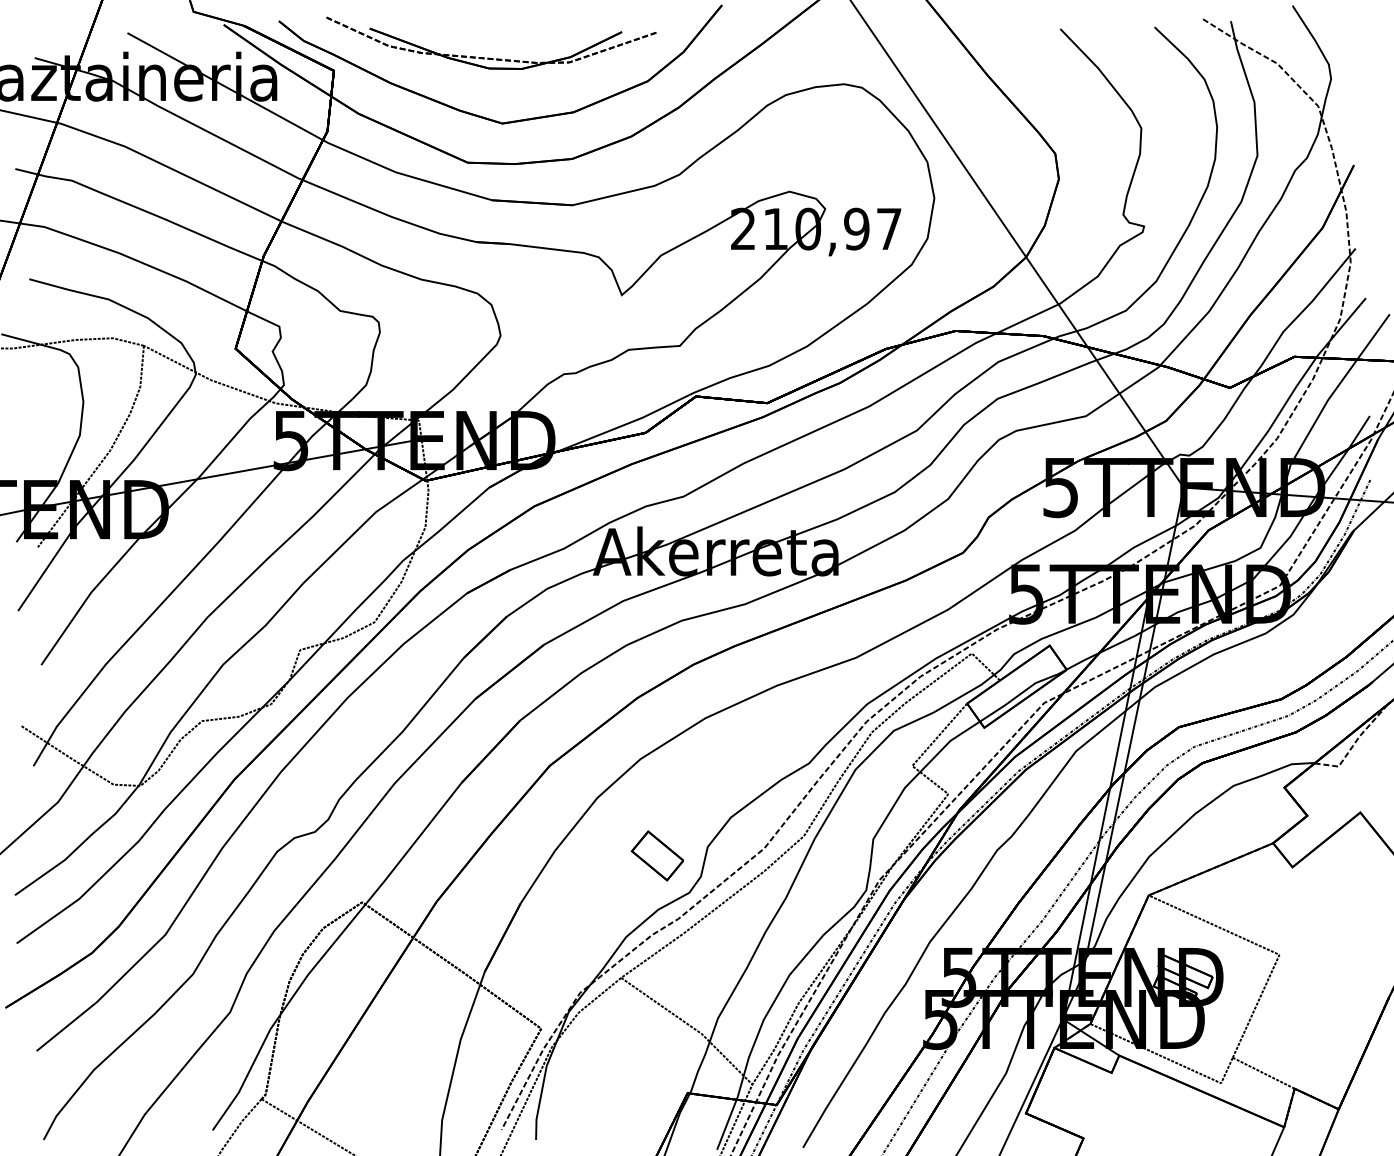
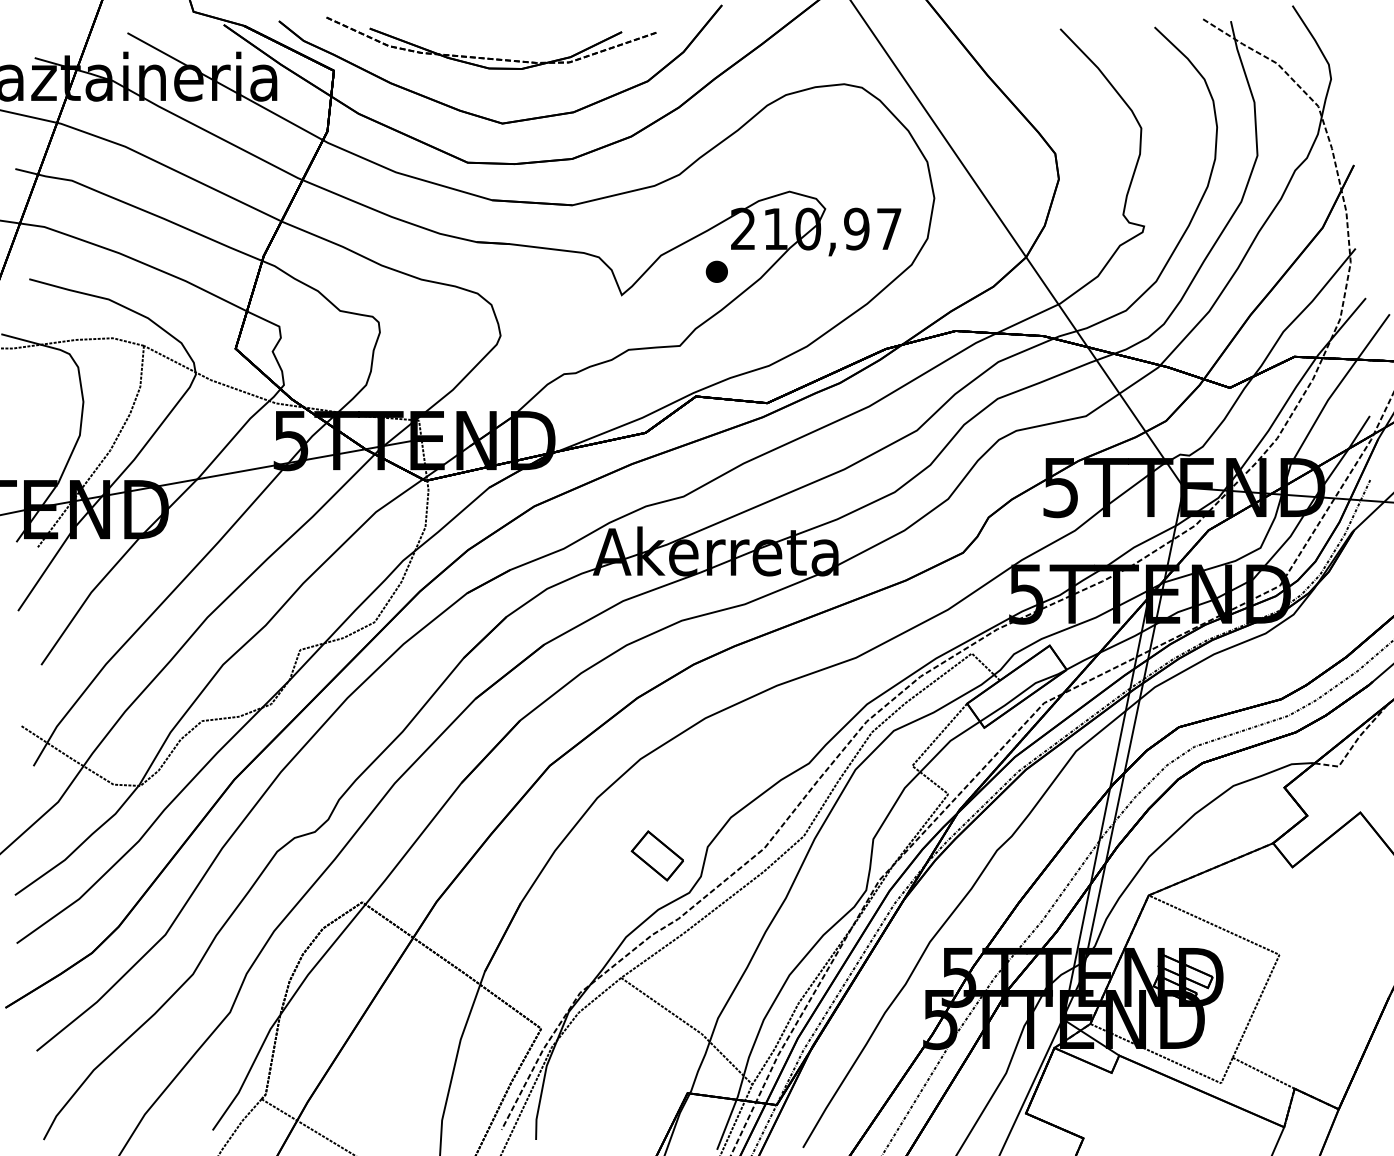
part at (716, 271): none -> present
